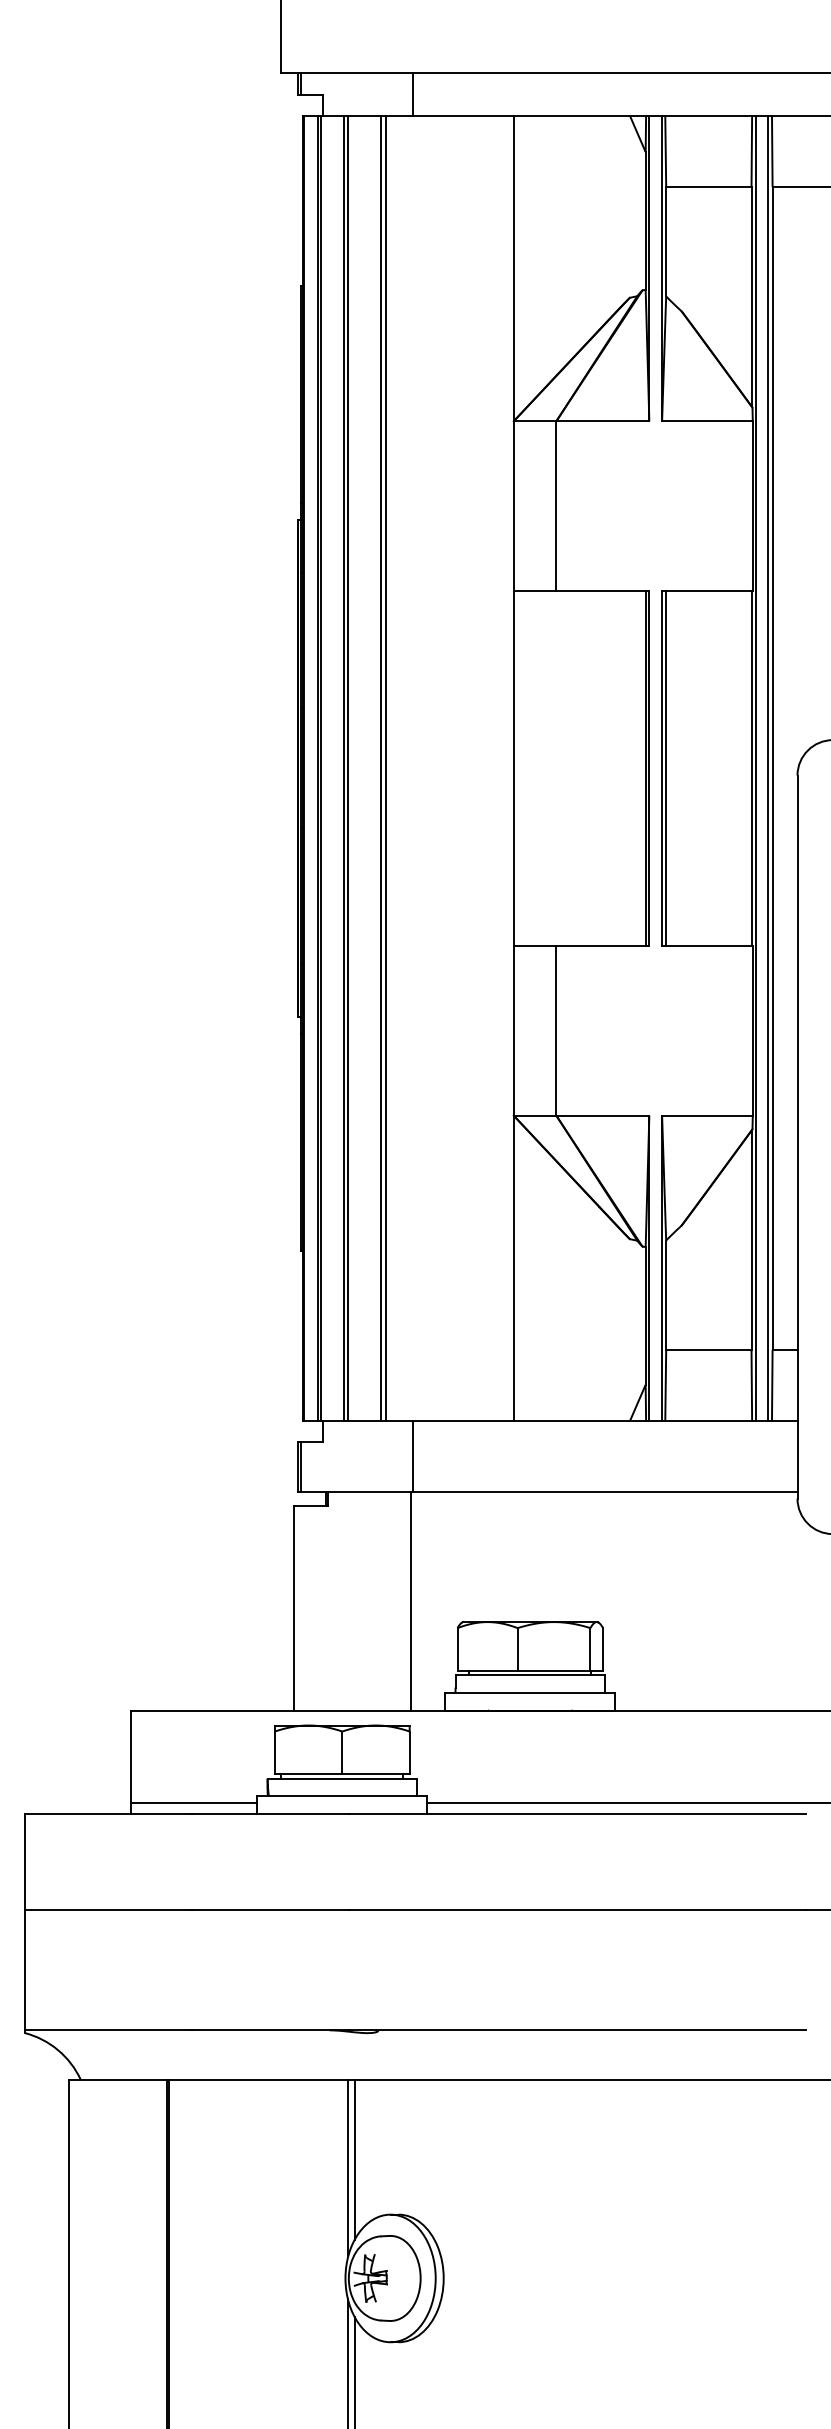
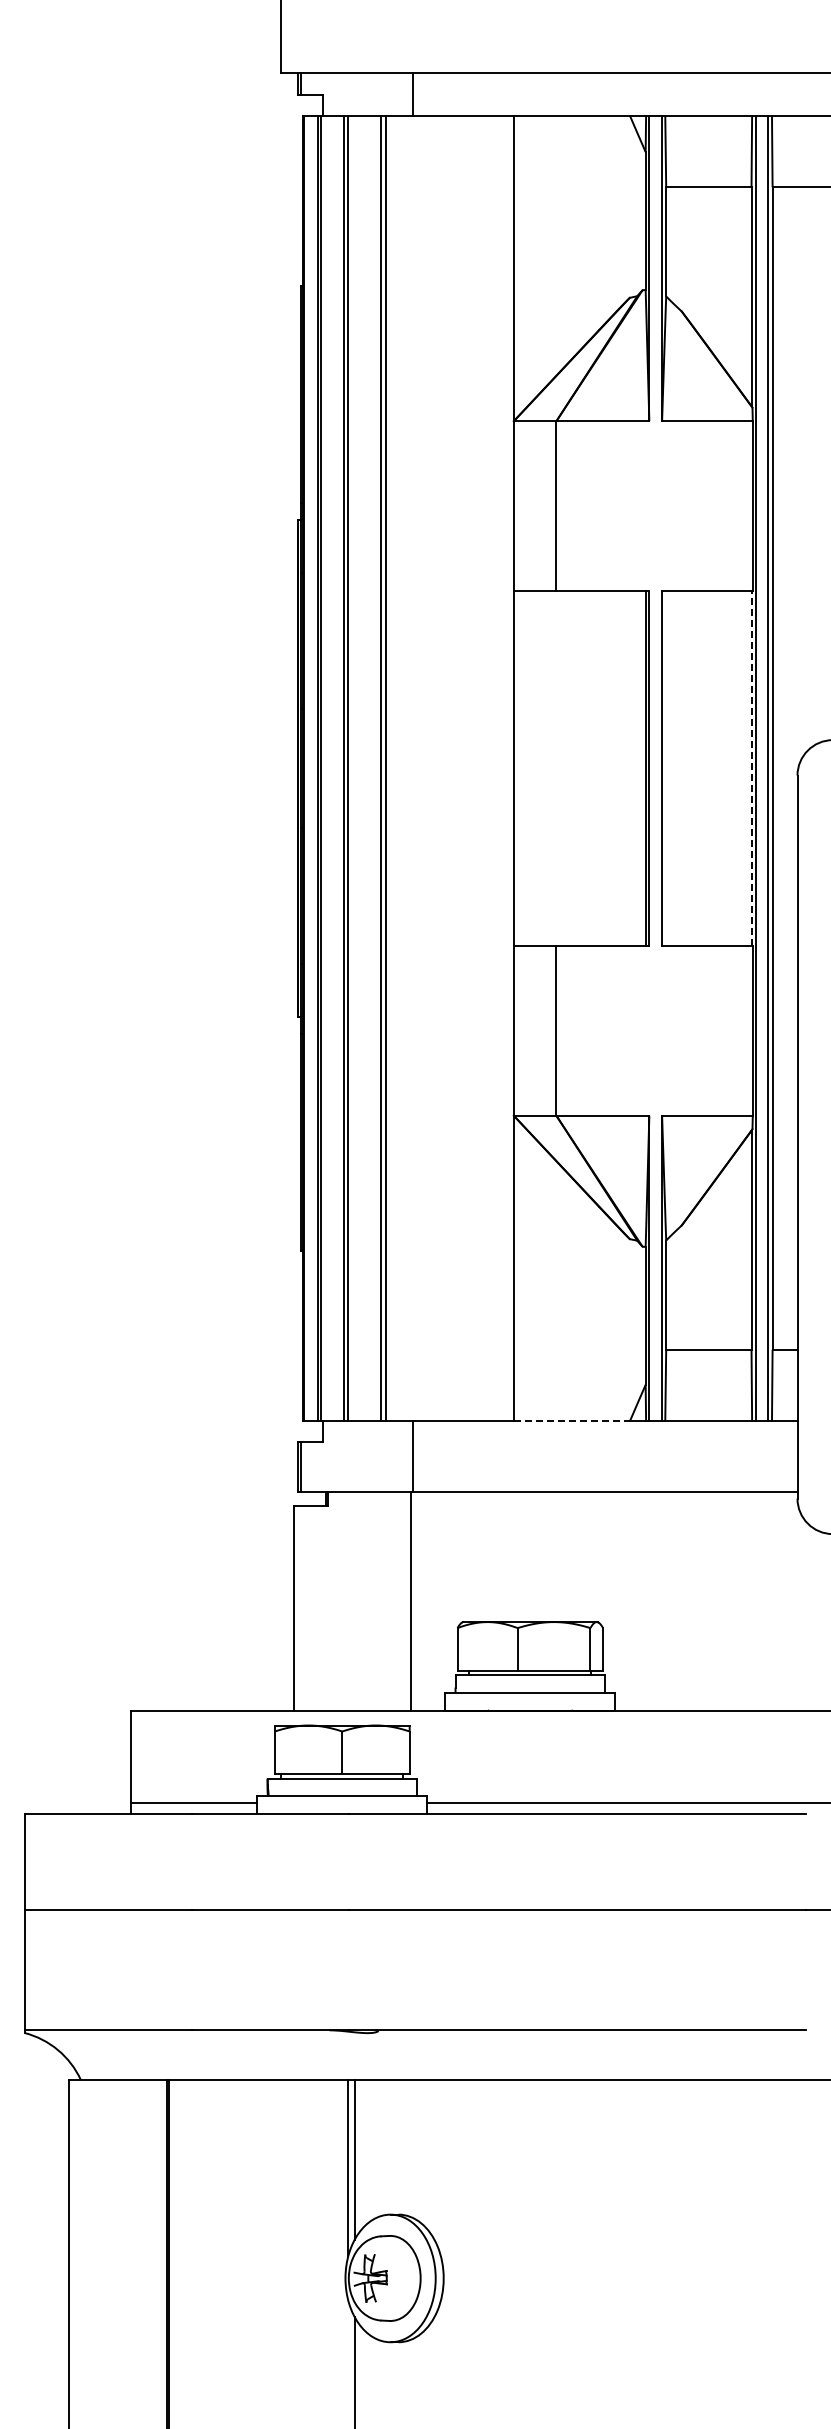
line at (751, 767): solid -> dashed
line at (666, 768): present -> none
line at (572, 1420): solid -> dashed
line at (348, 2362): present -> none
